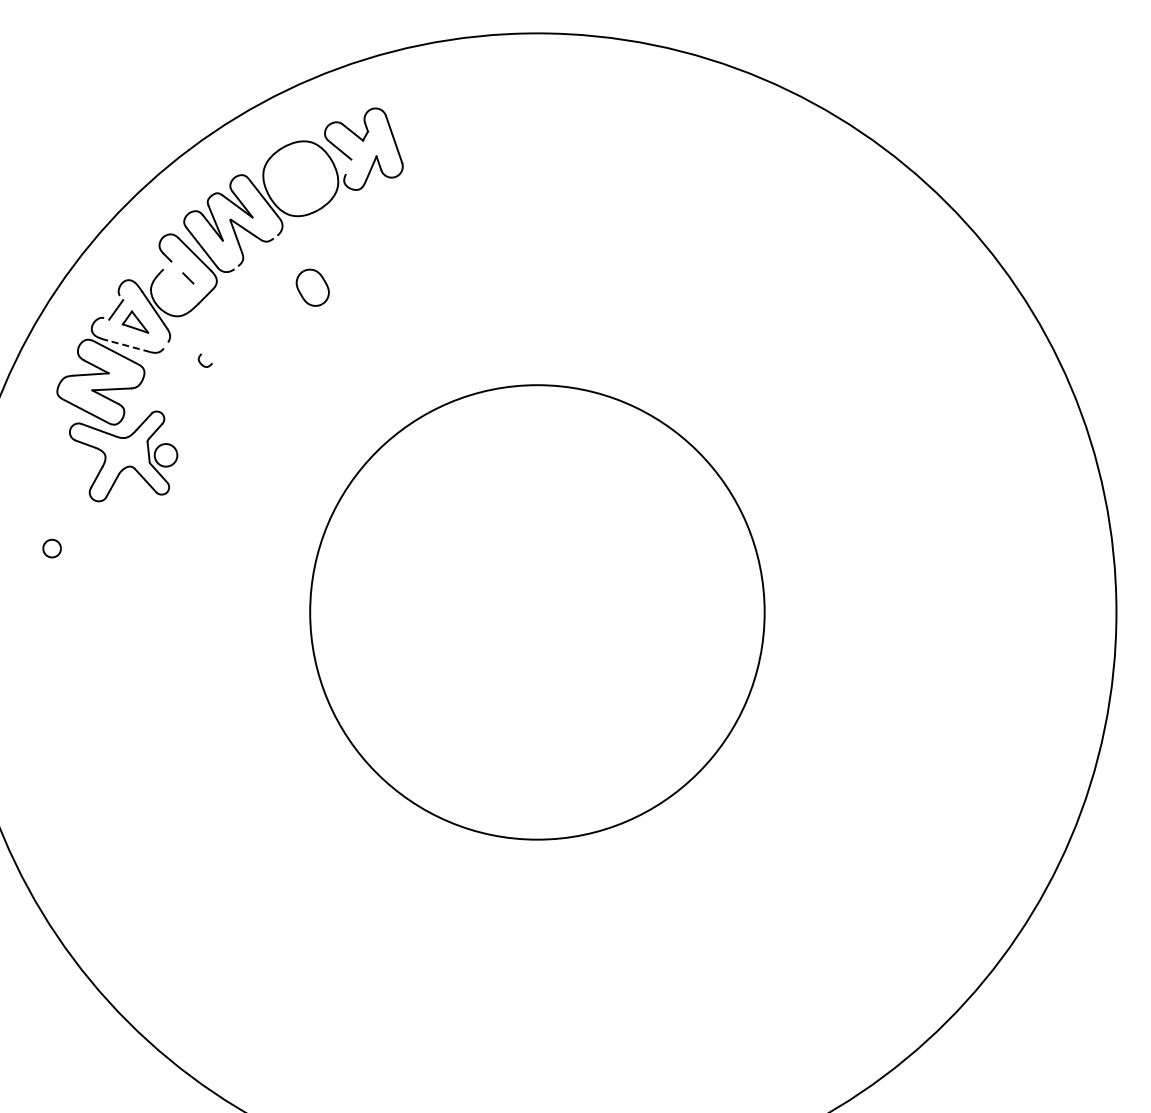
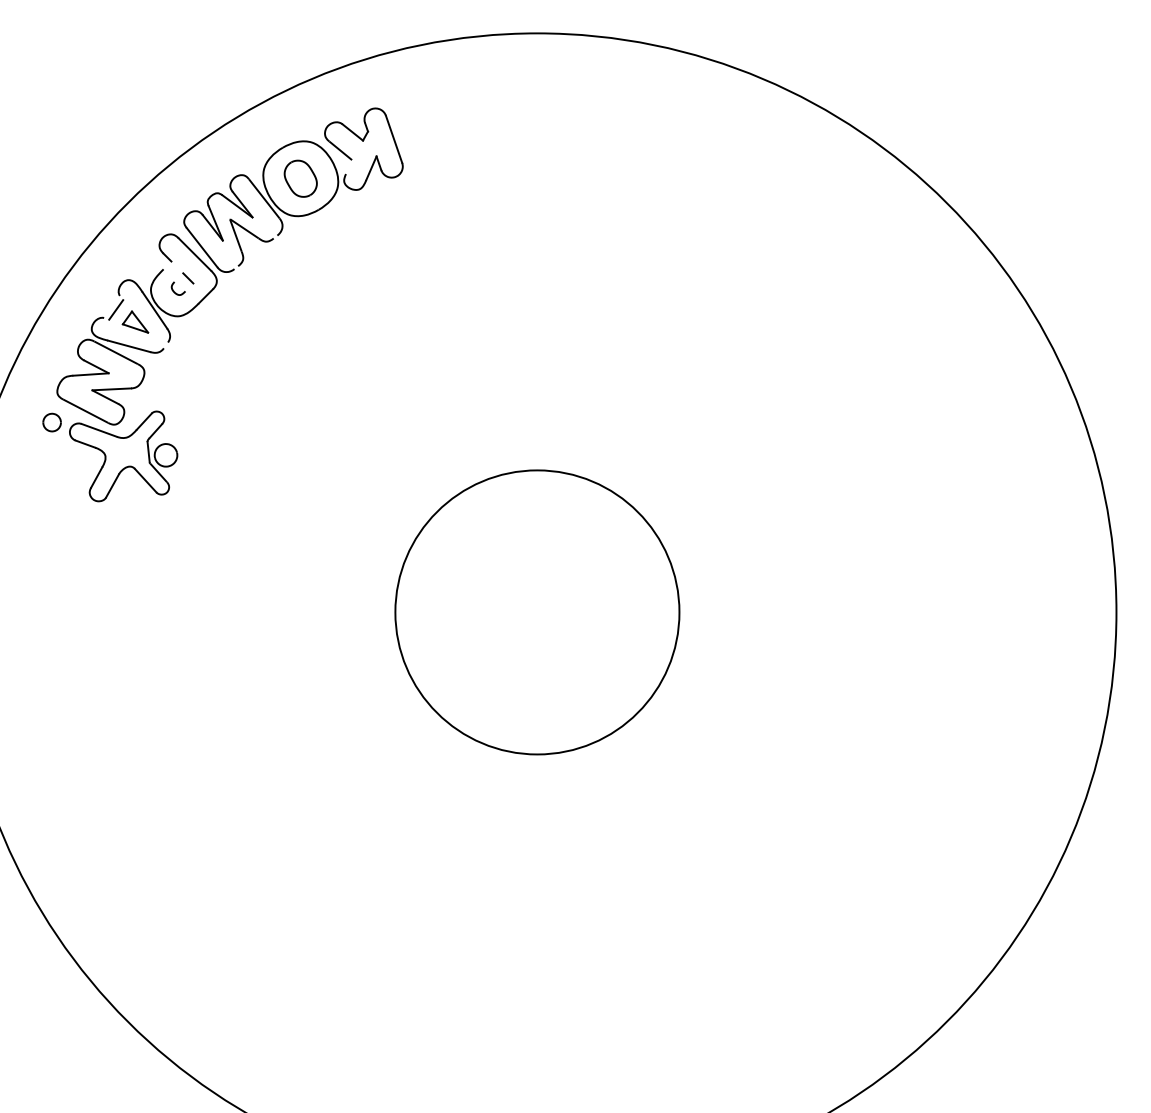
part at (312, 287) position: (312, 287) -> (300, 178)
line at (129, 346): dashed -> solid
curve at (201, 362) position: (201, 362) -> (174, 290)
part at (51, 548) position: (51, 548) -> (51, 422)
circle at (537, 612) diameter: 454 px -> 284 px
